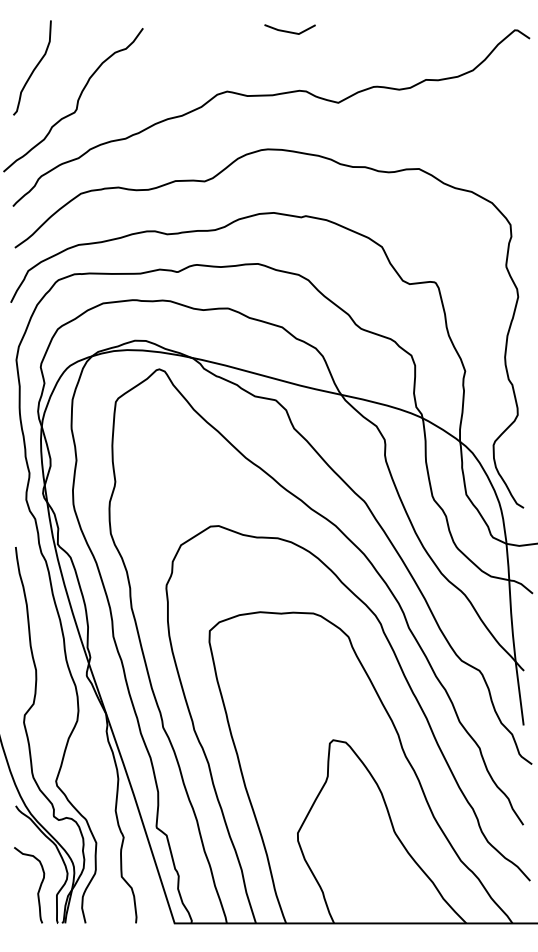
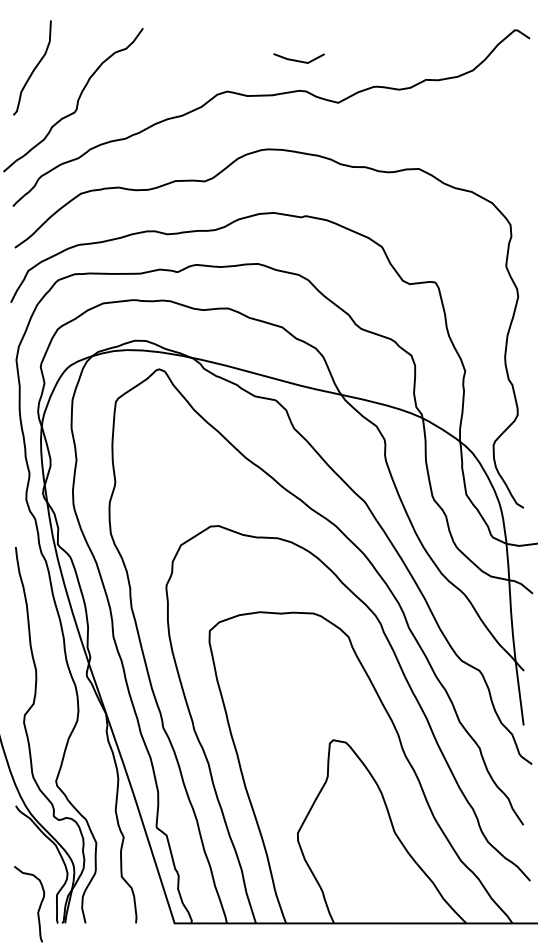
line at (289, 31) position: (289, 31) -> (298, 60)
curve at (38, 889) position: (38, 889) -> (38, 908)
